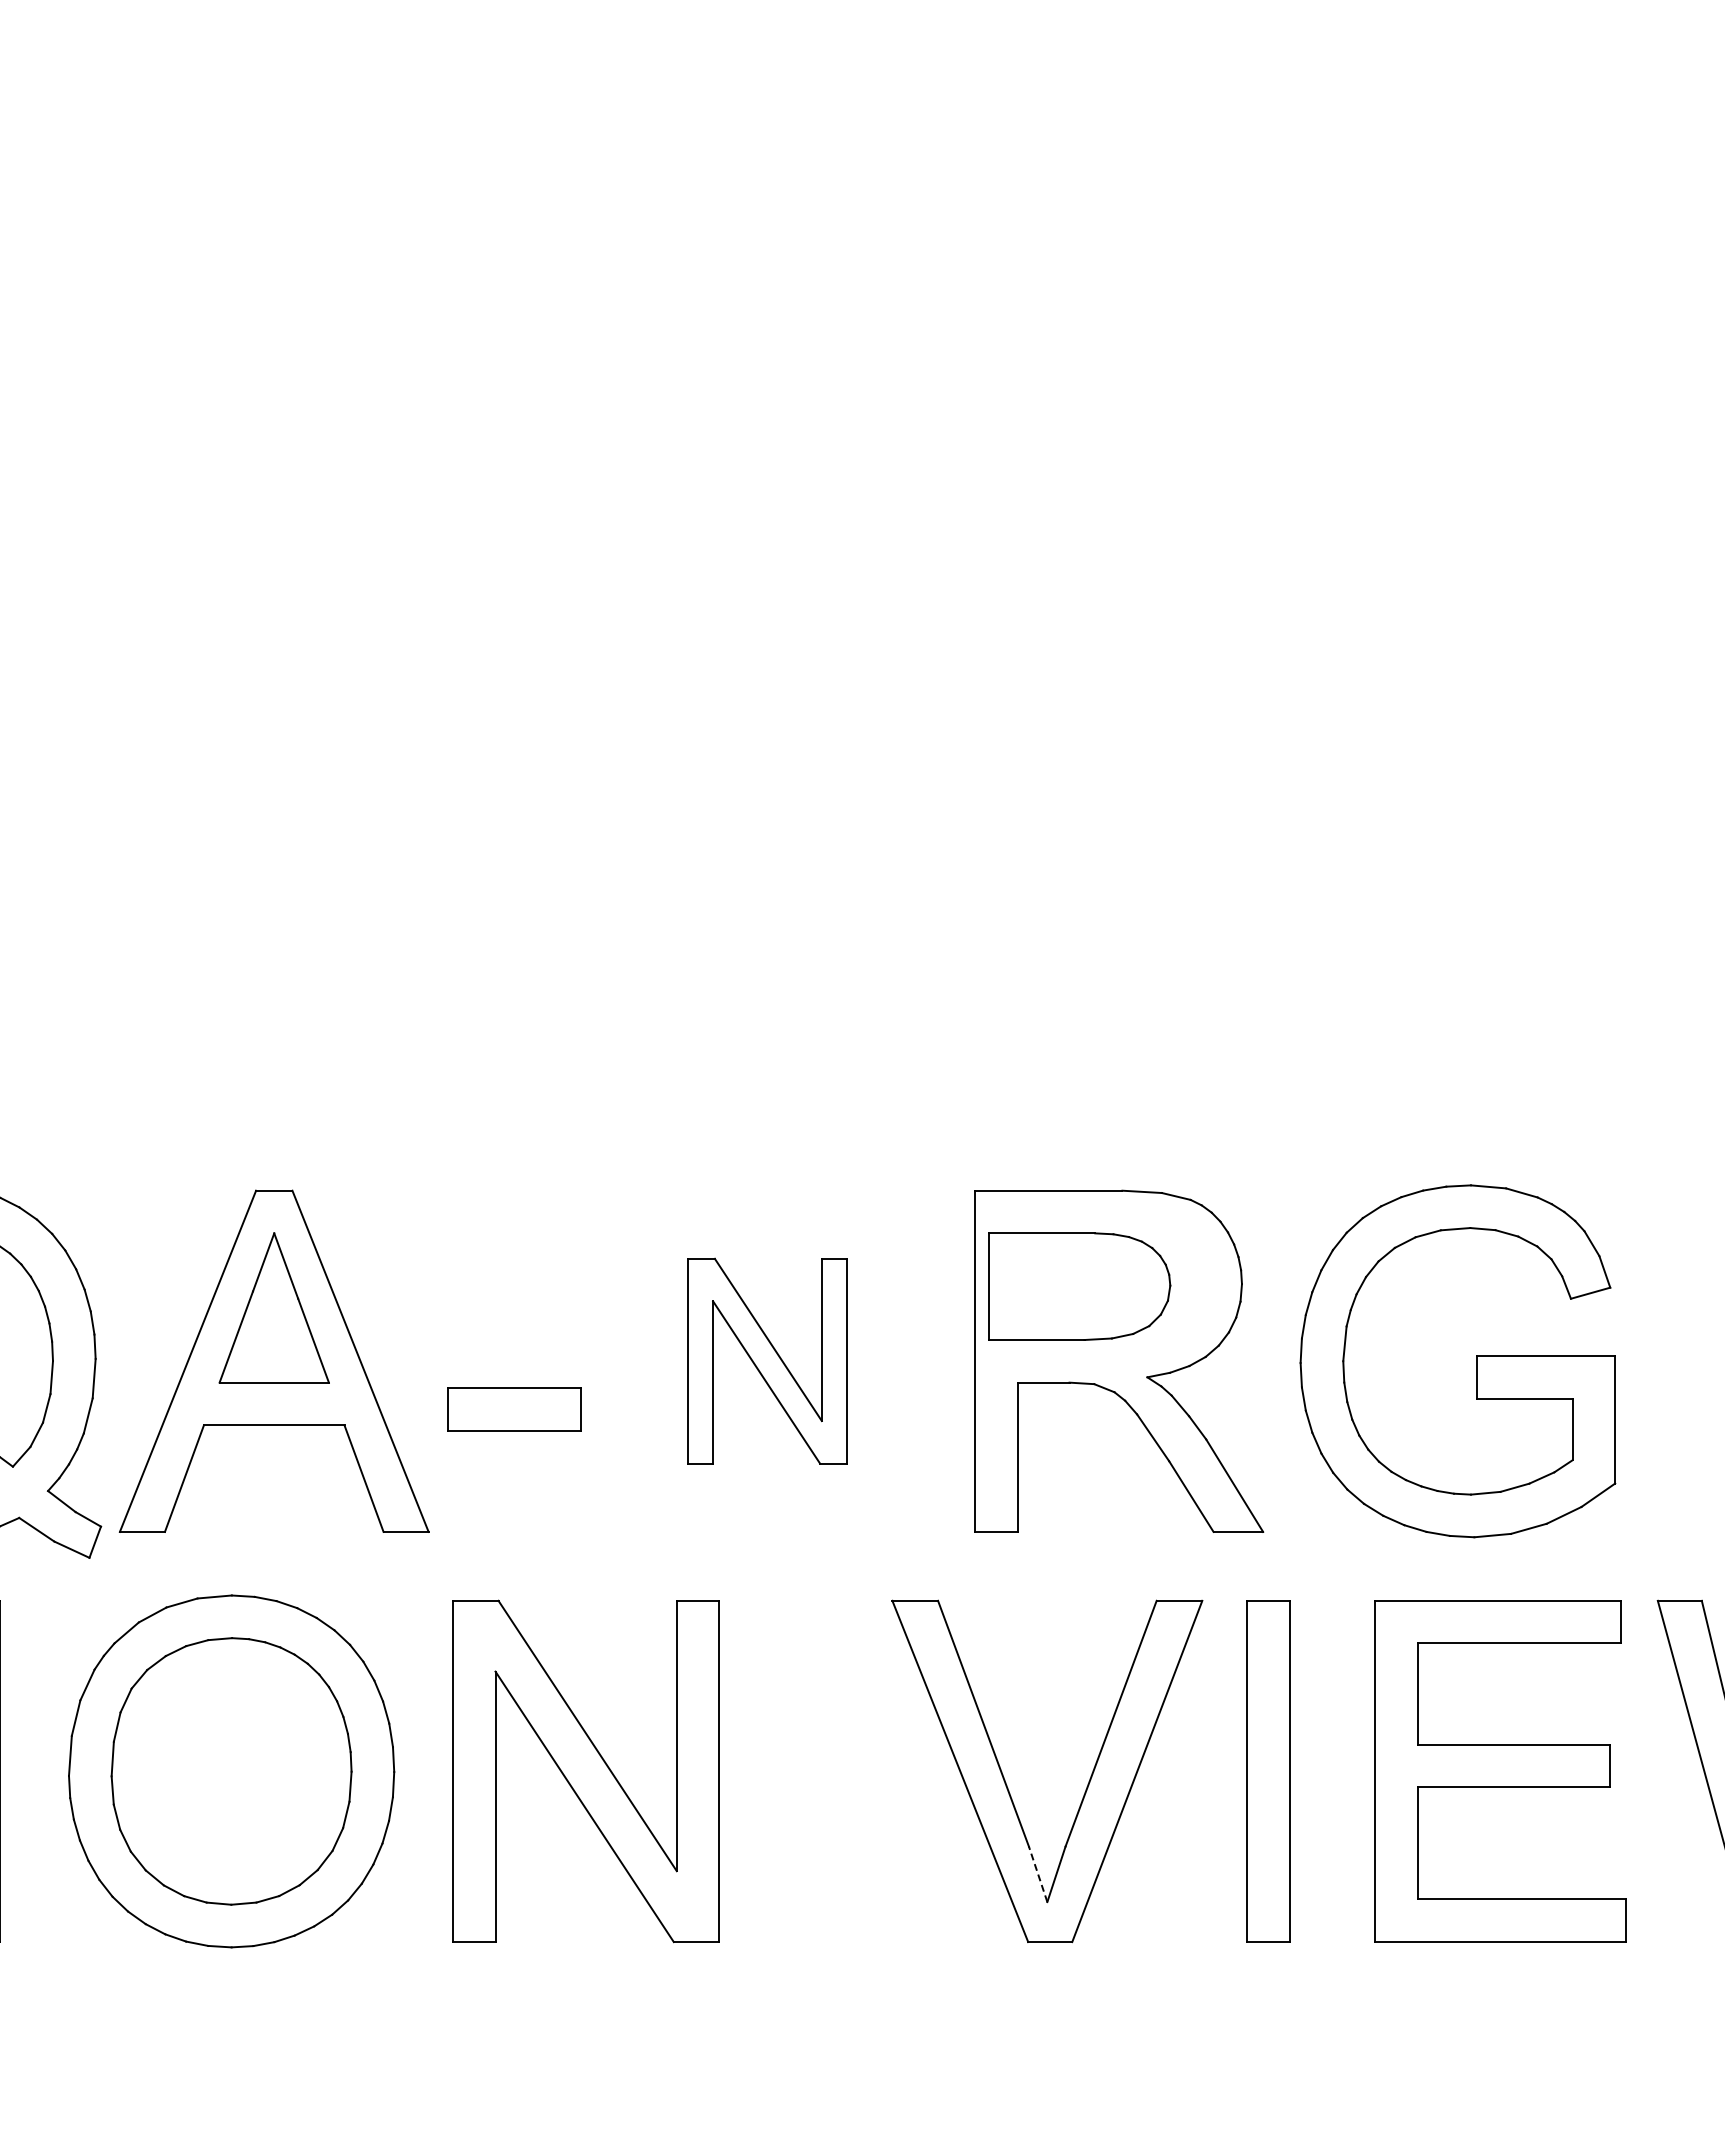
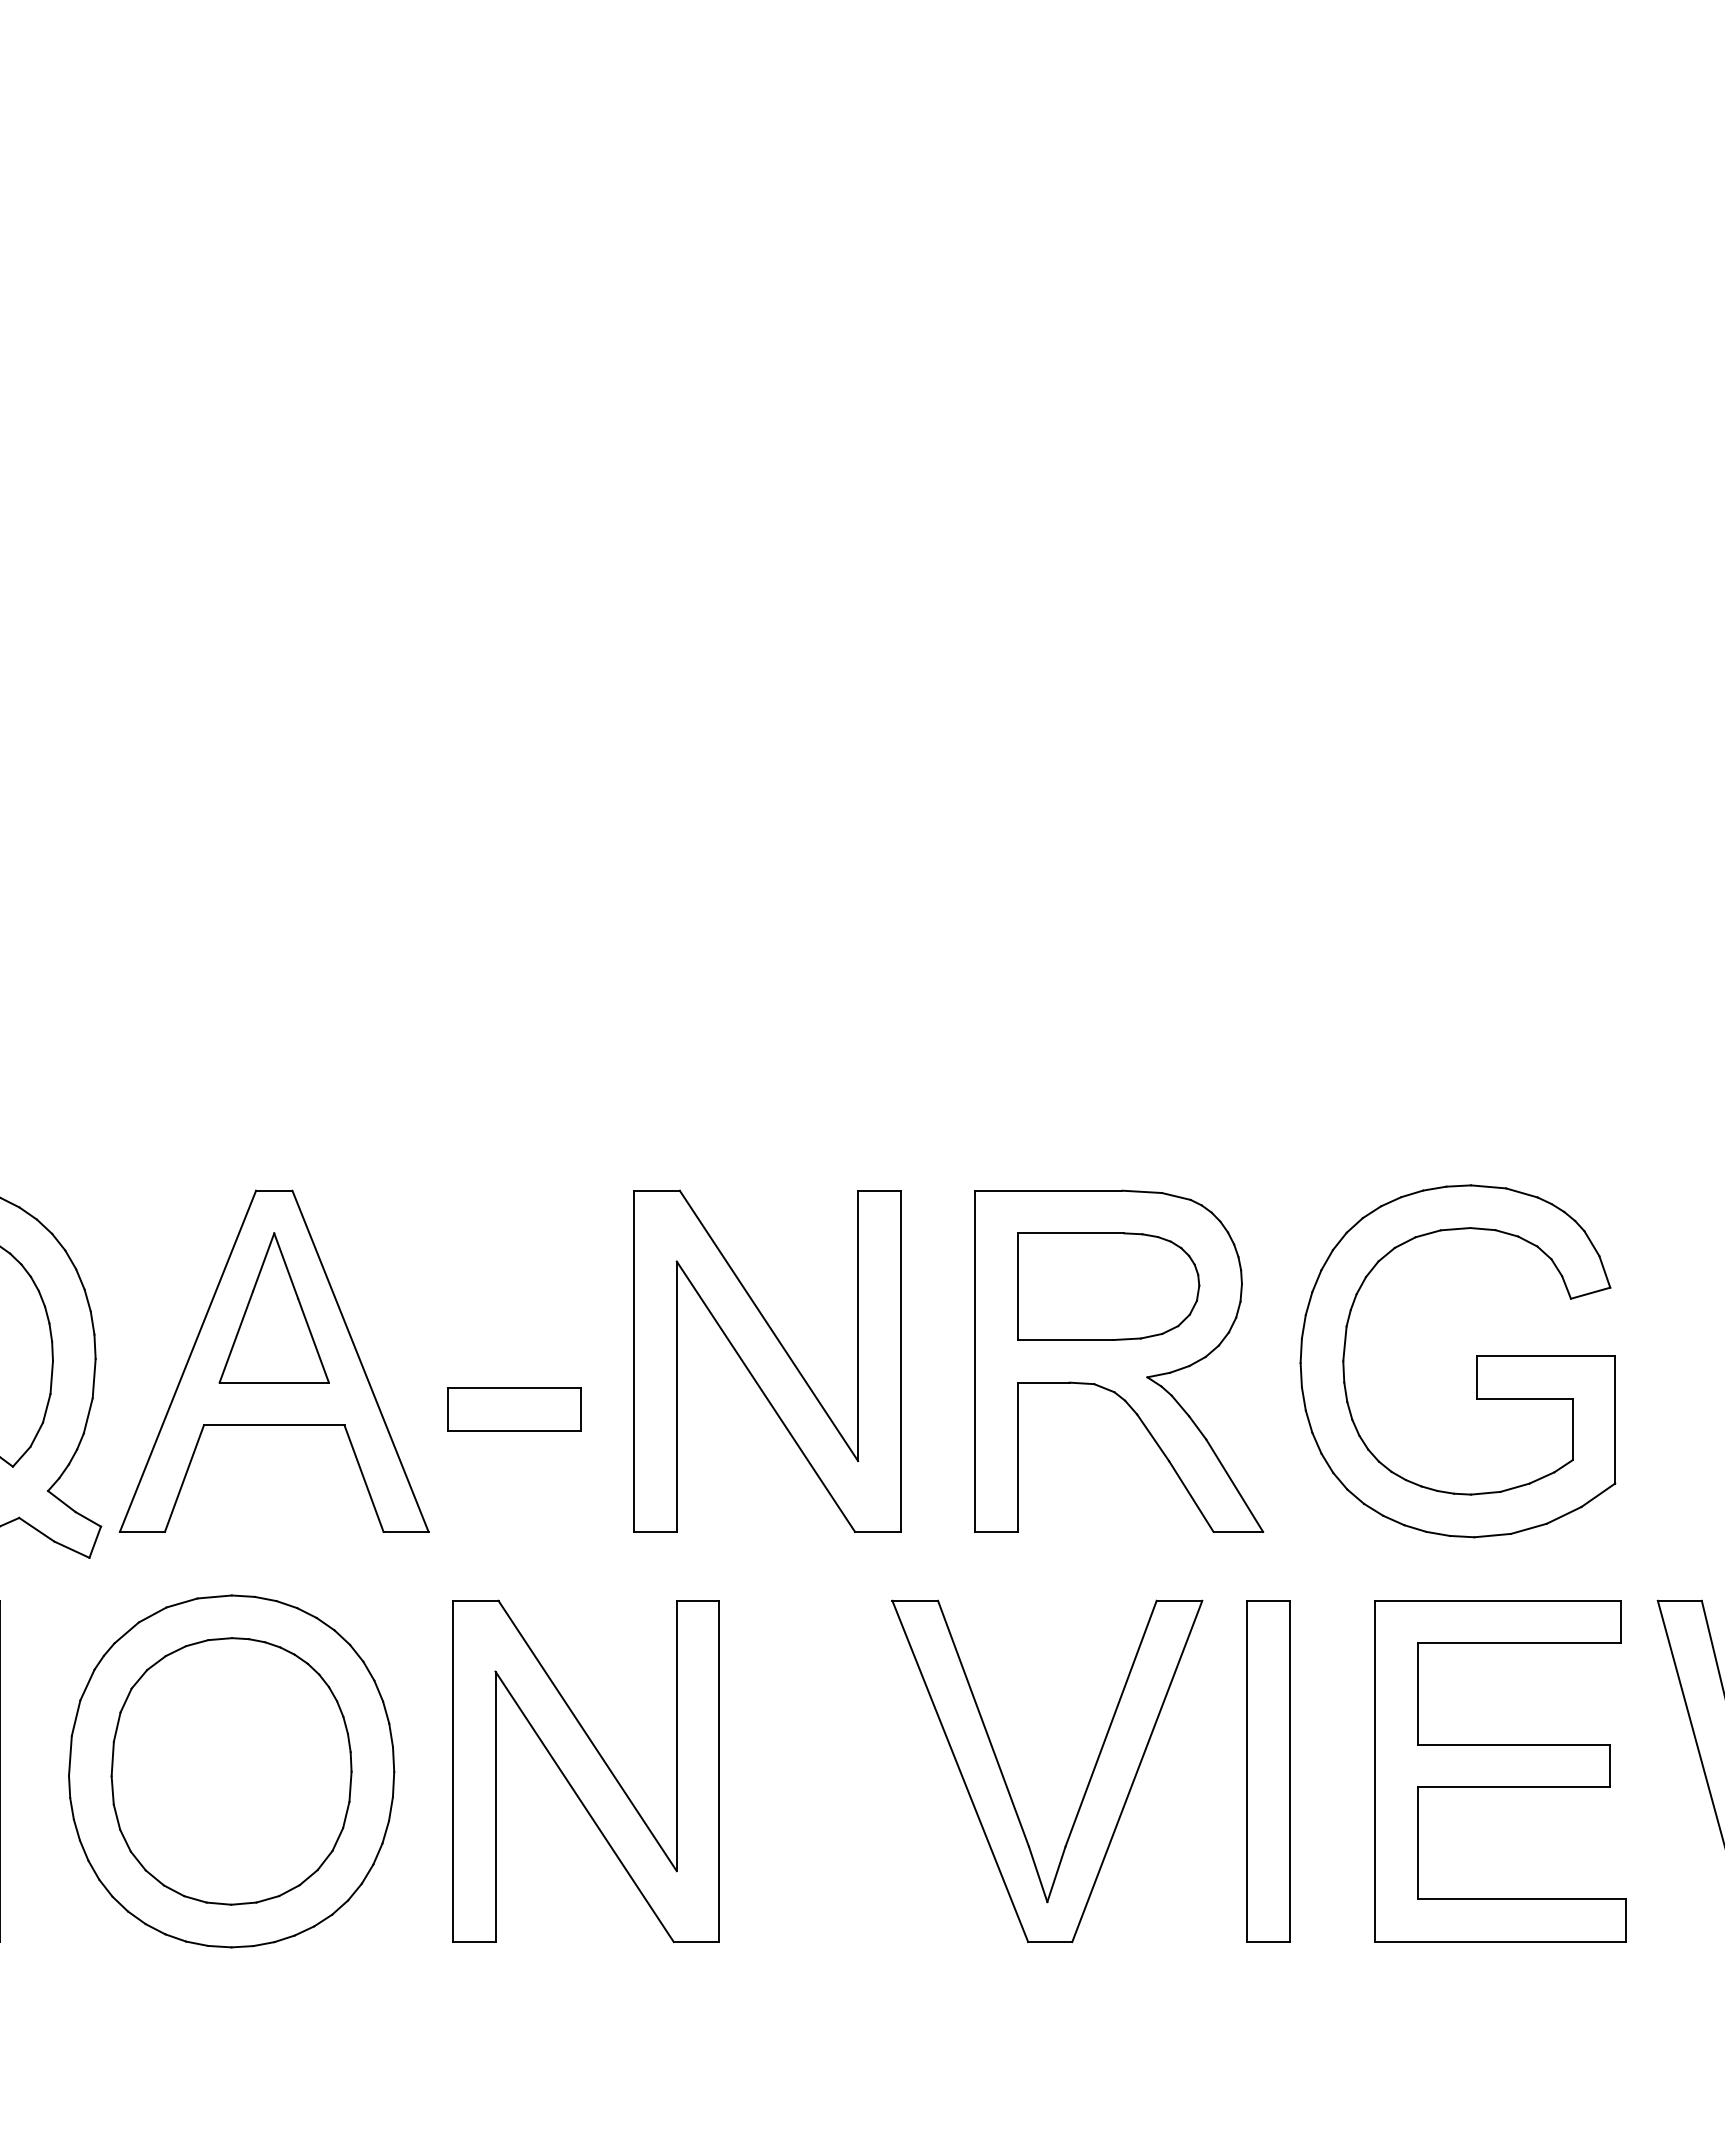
part at (1079, 1286) position: (1079, 1286) -> (1108, 1286)
part at (767, 1360) size: 161x208 px -> 269x344 px
line at (1038, 1873): dashed -> solid
